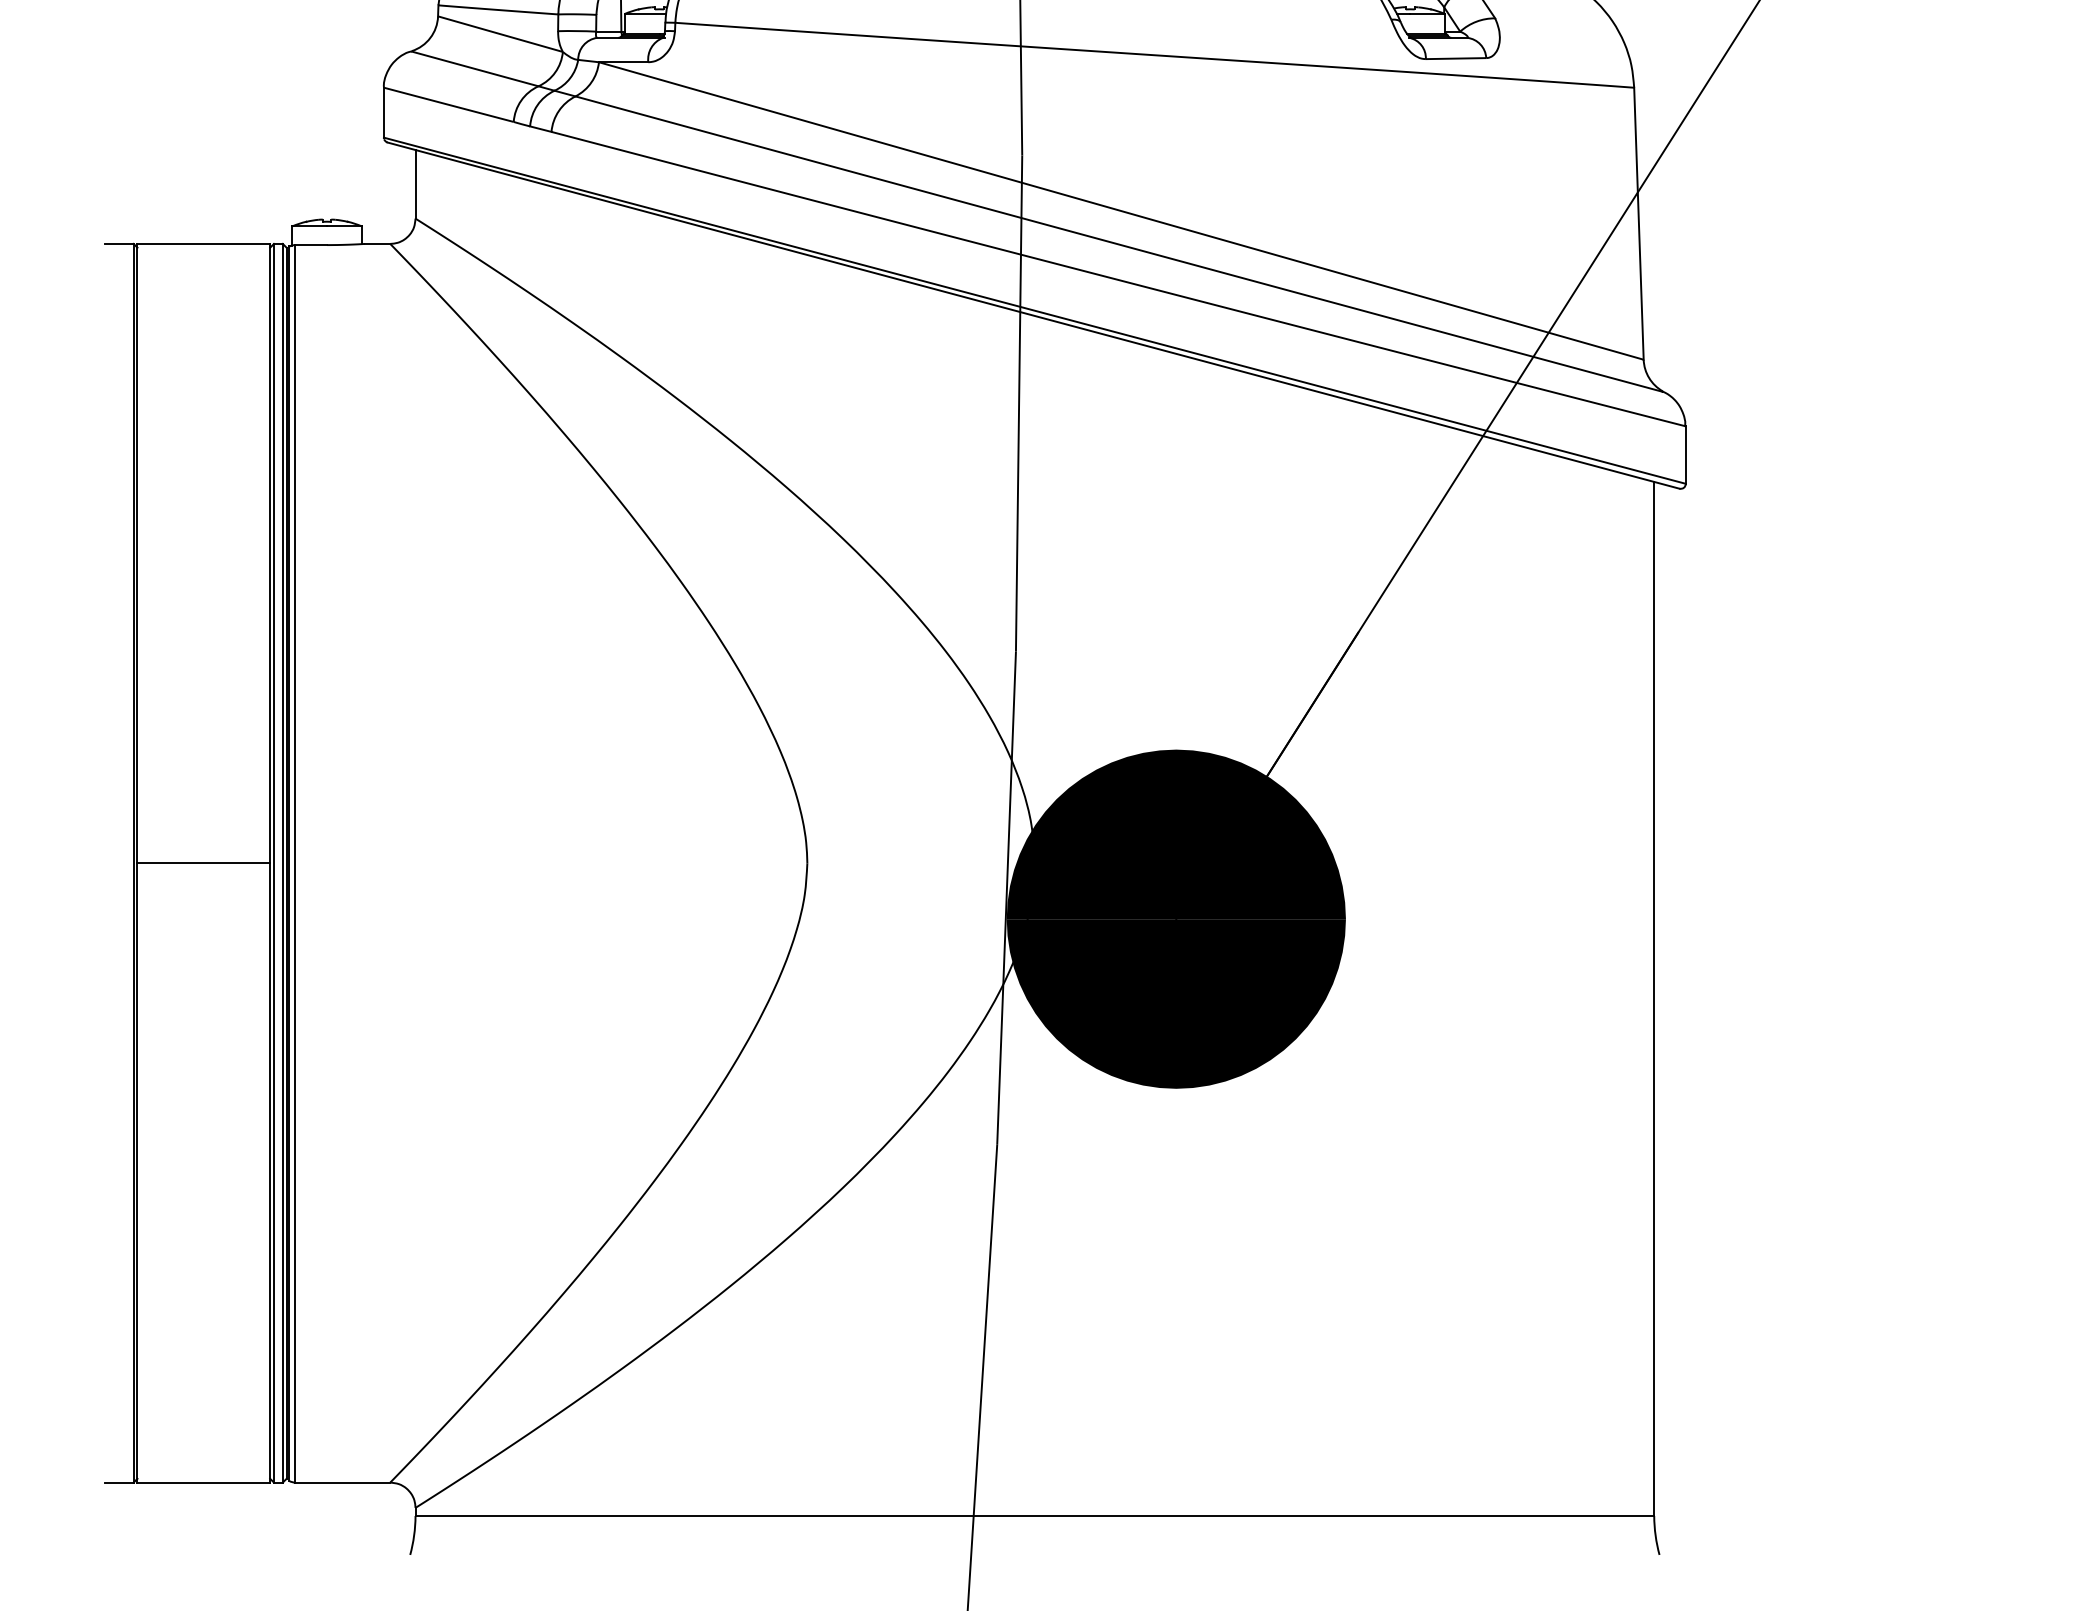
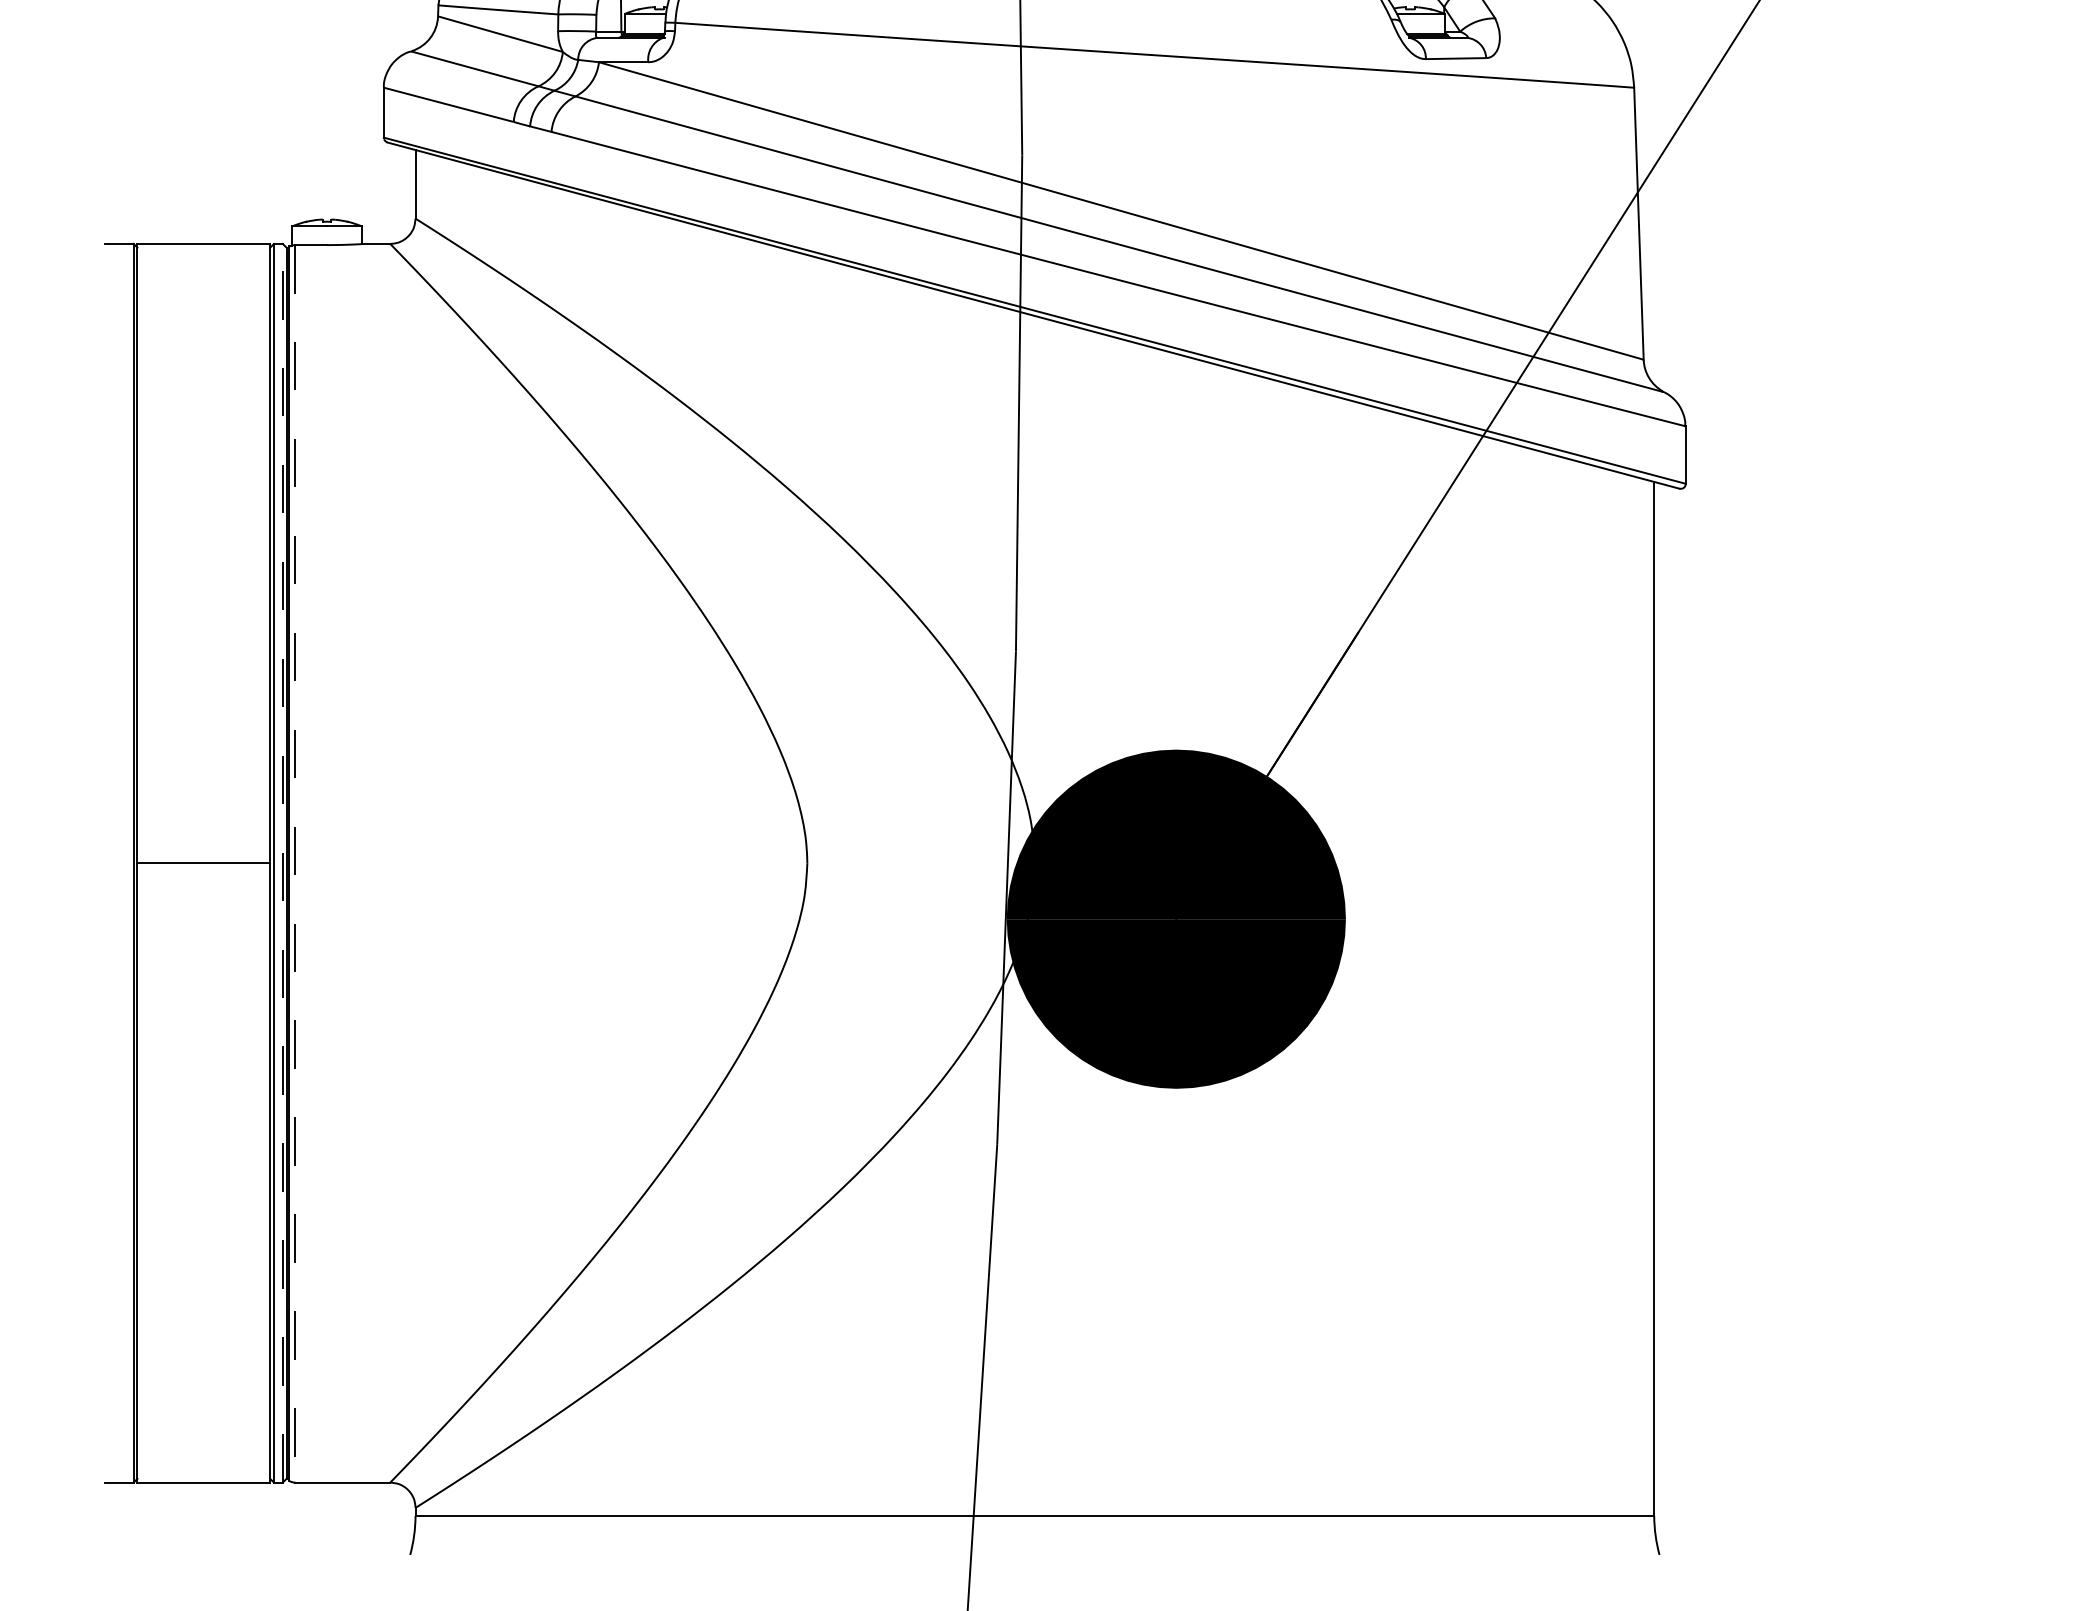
line at (282, 862): solid -> dashed
line at (295, 863): solid -> dashed
